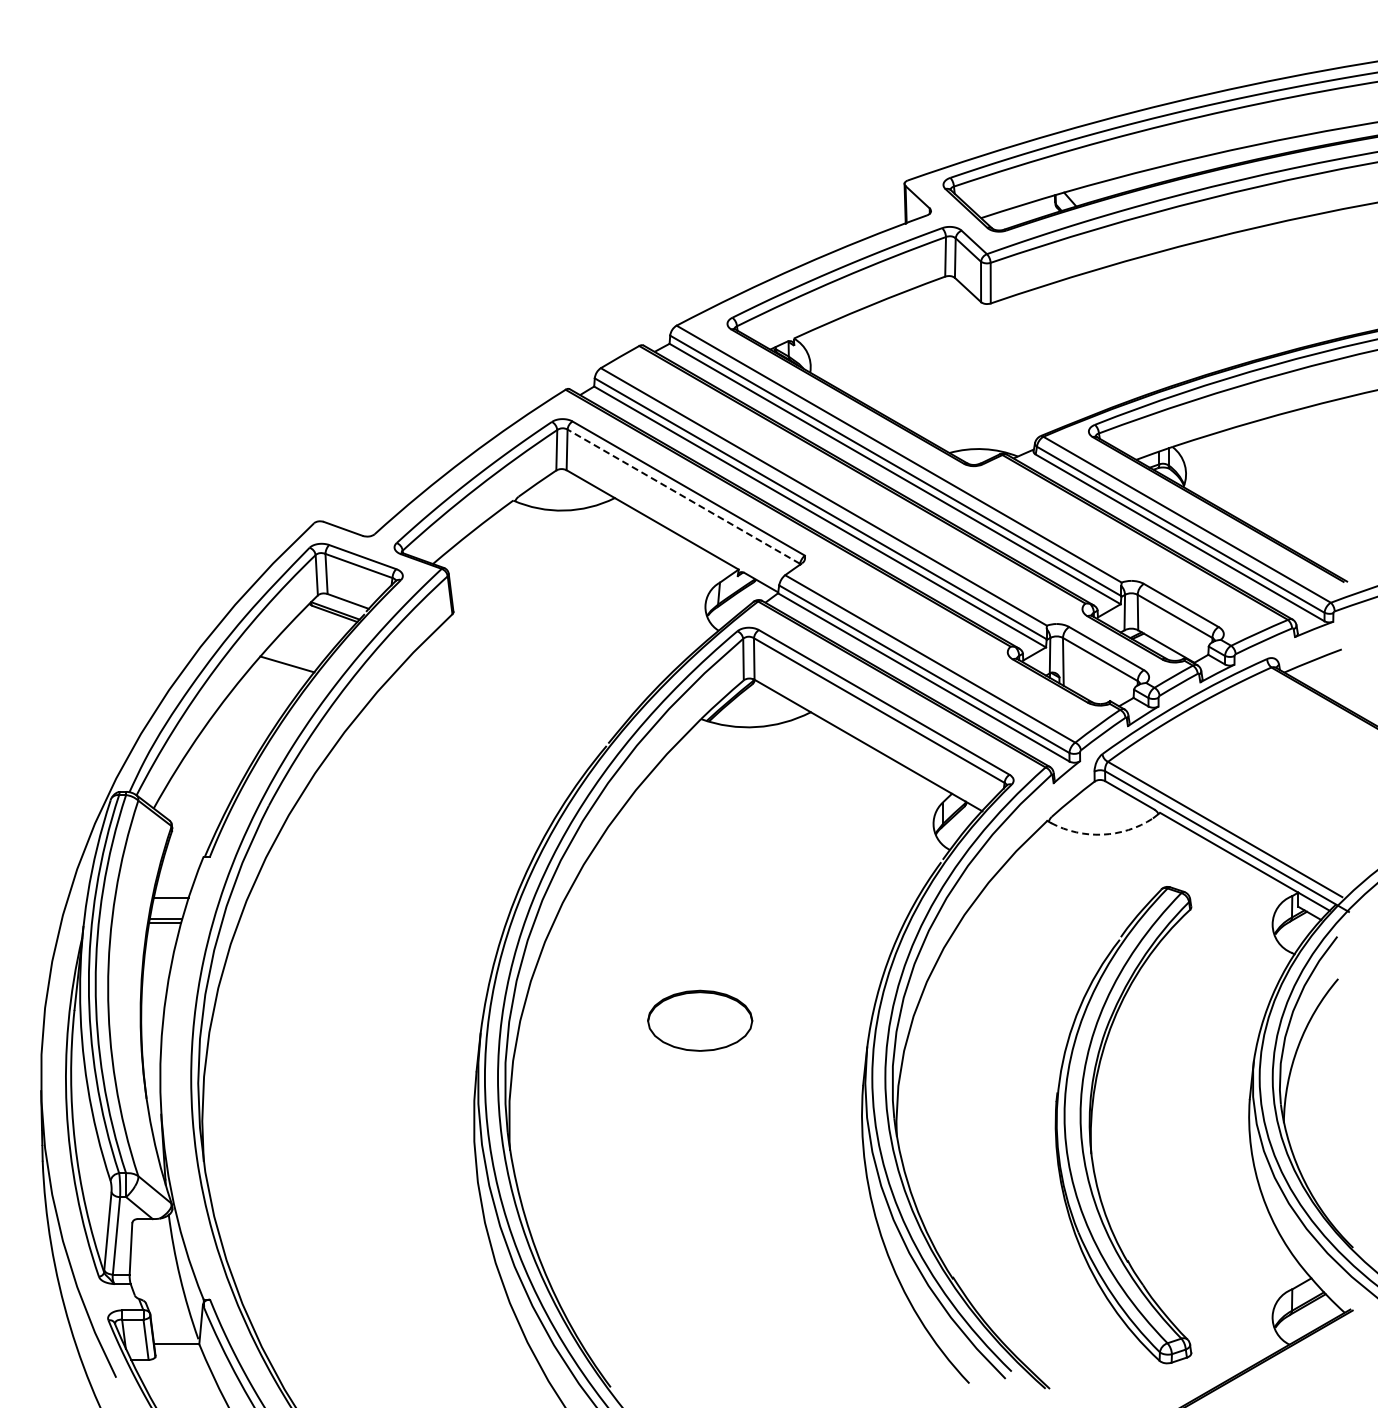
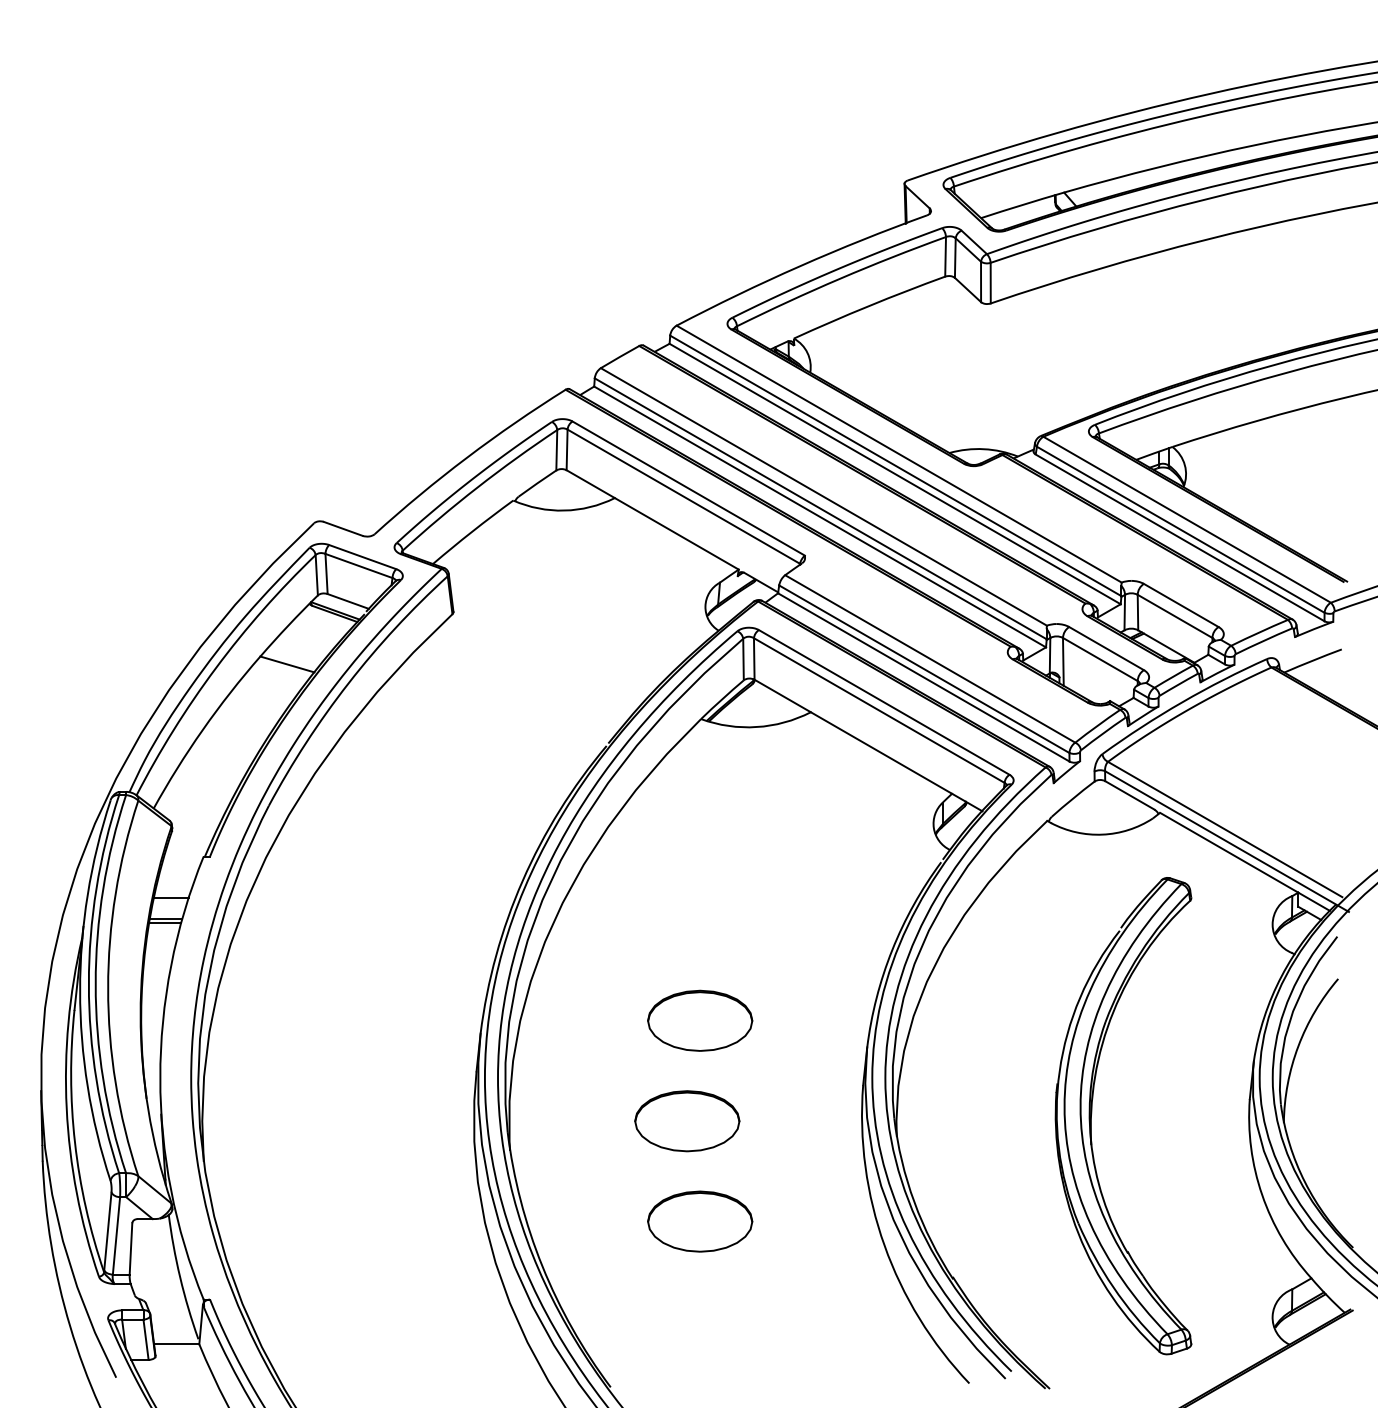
line at (683, 496): dashed -> solid
arc at (1102, 834): dashed -> solid
part at (687, 1121): none -> present
part at (1092, 1122) position: (1092, 1122) -> (1092, 1113)
part at (700, 1221): none -> present
